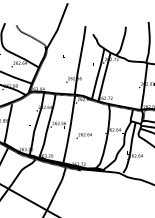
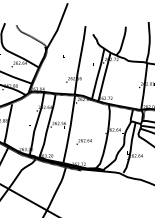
text at (83, 135) position: (83, 135) -> (83, 141)
